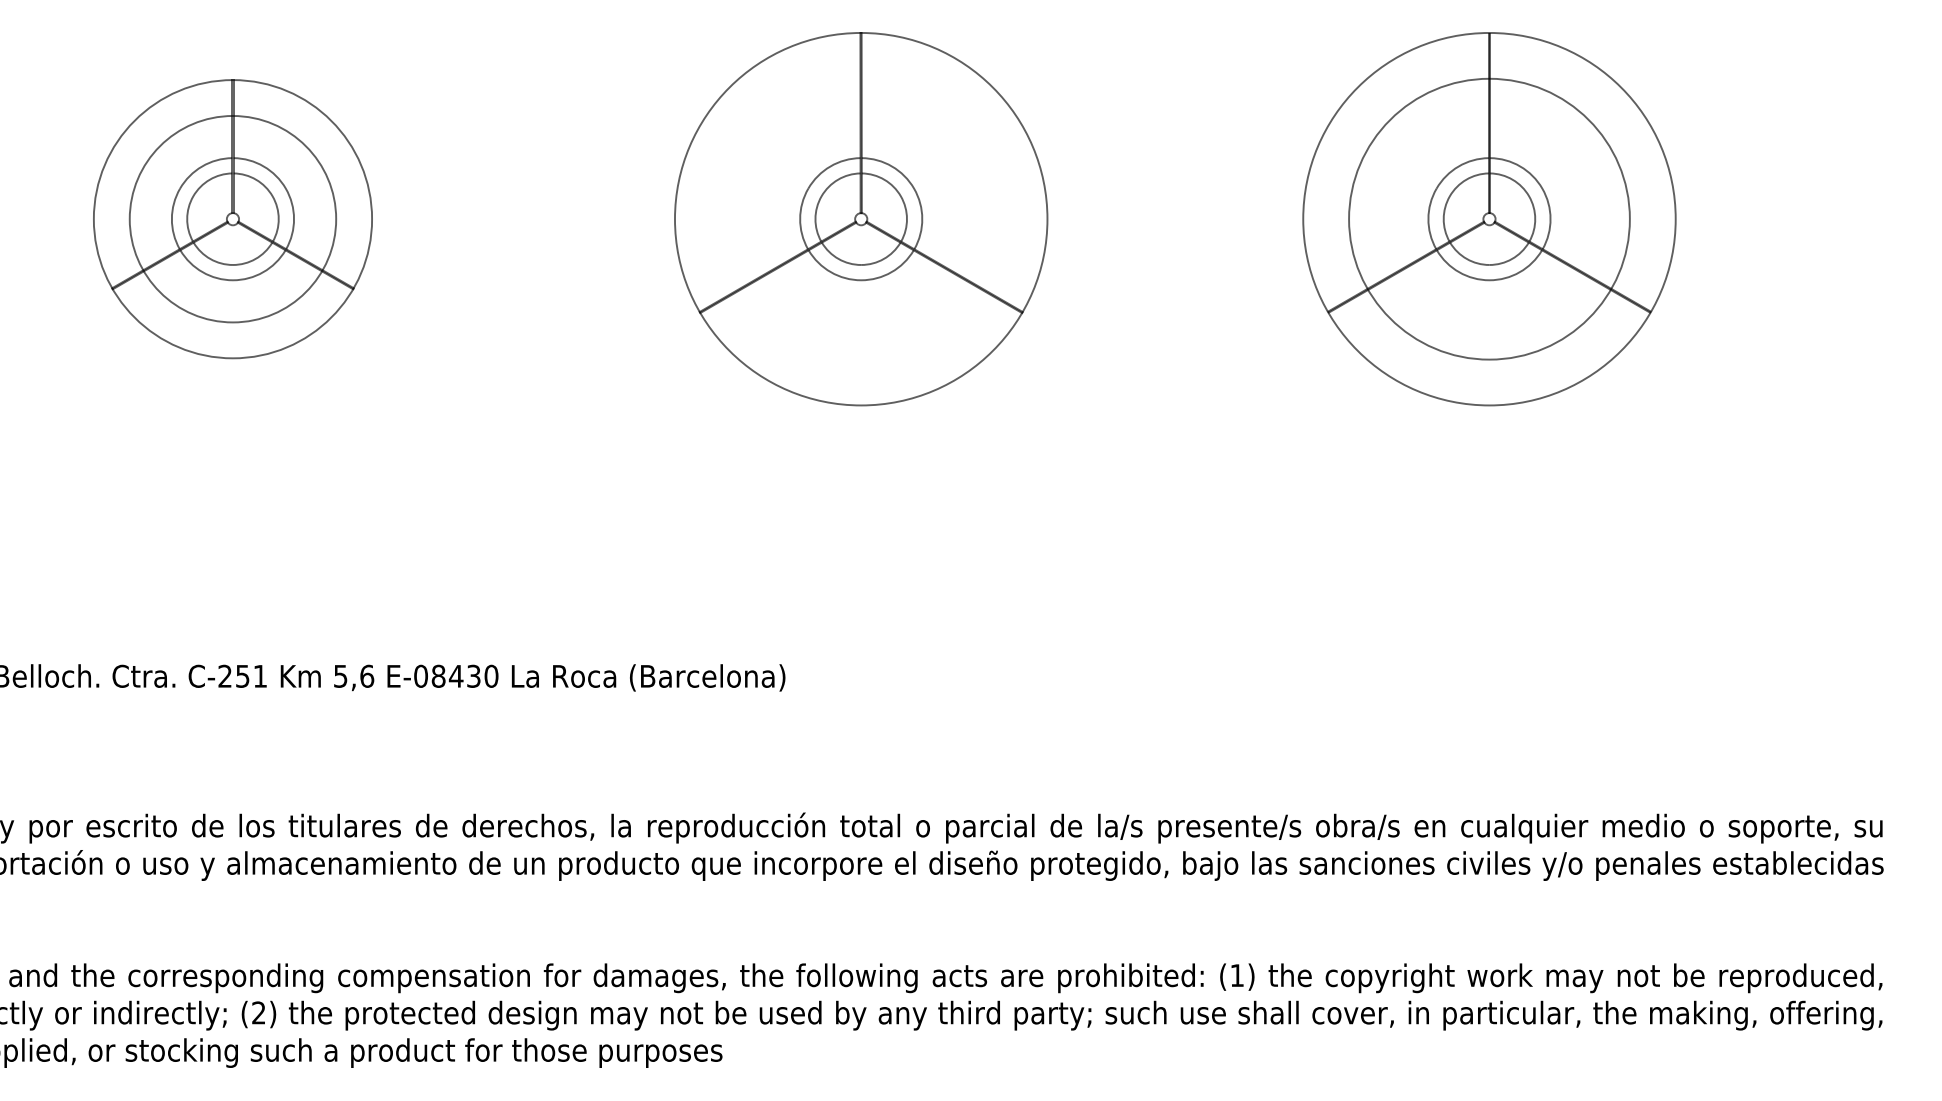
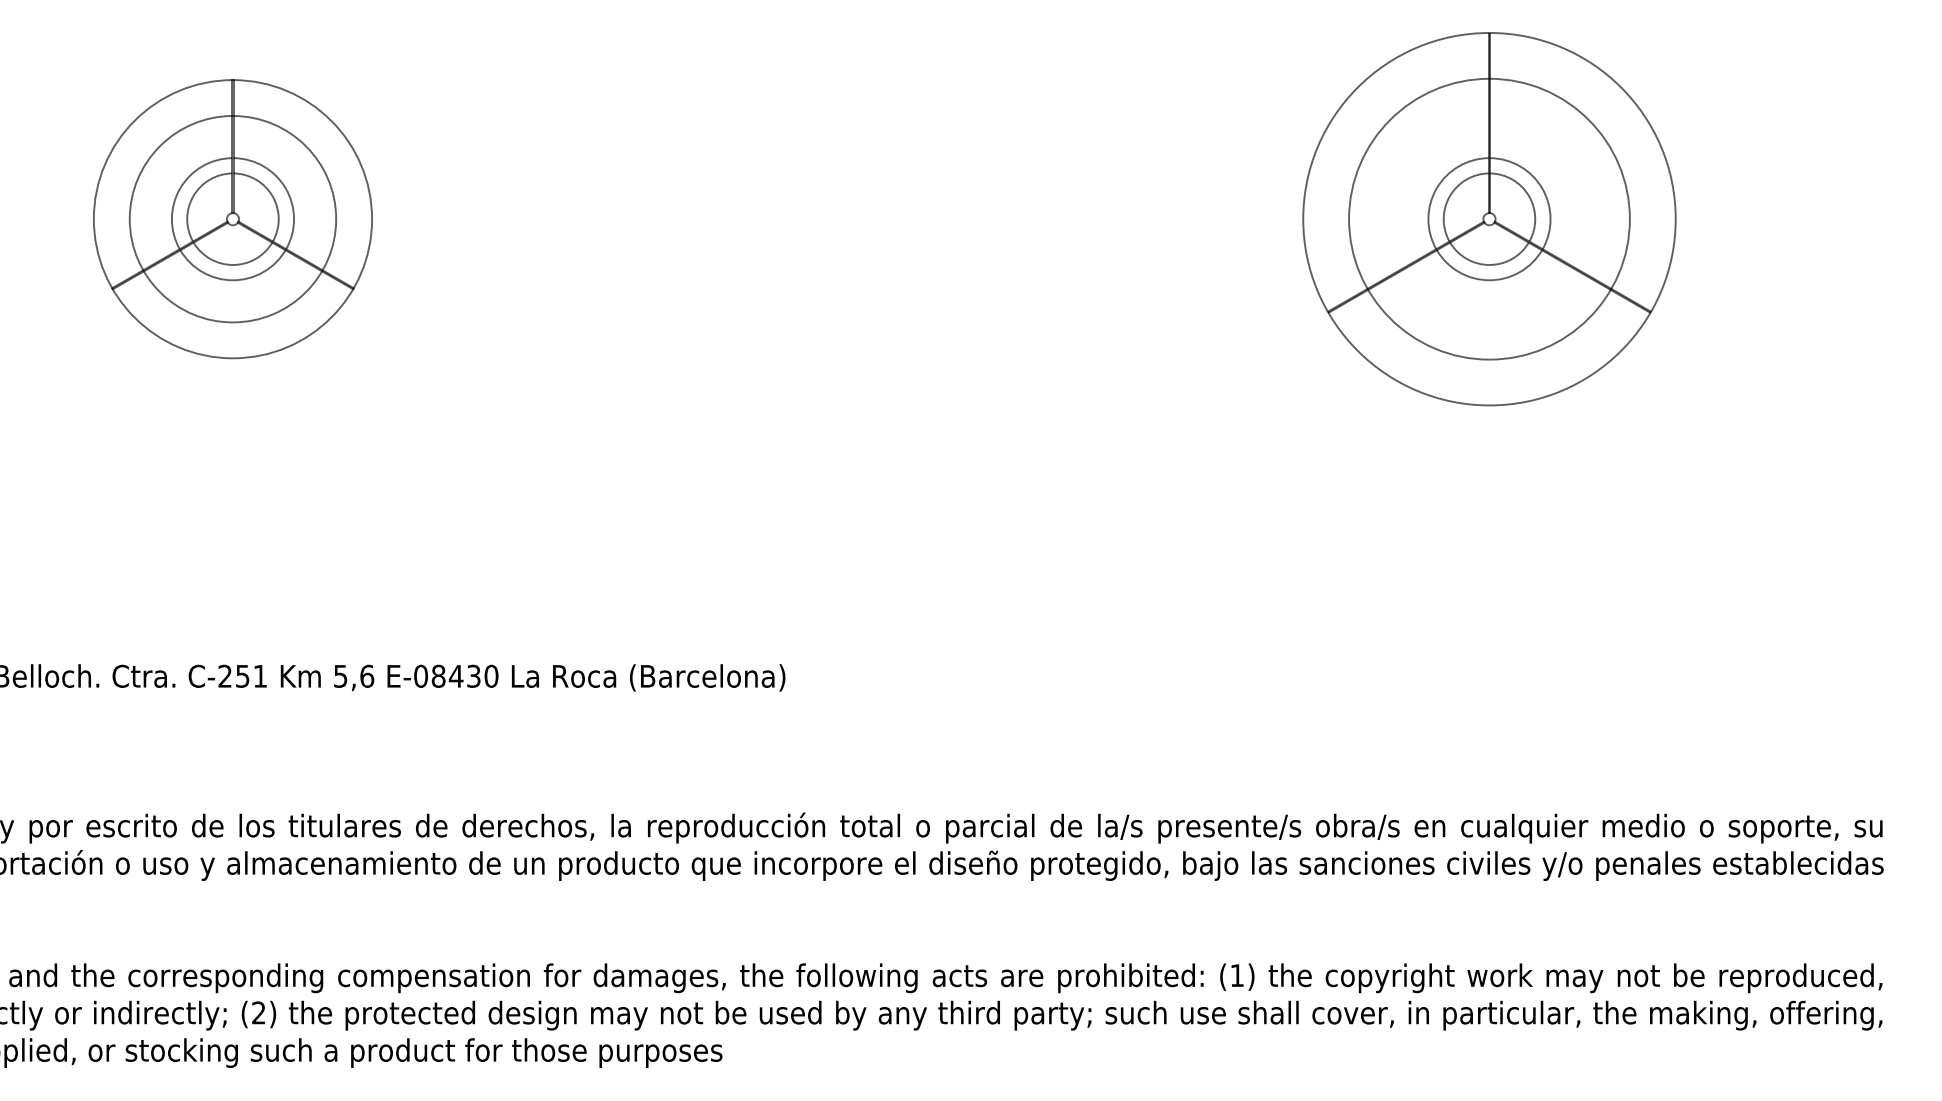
part at (861, 219): present -> none
